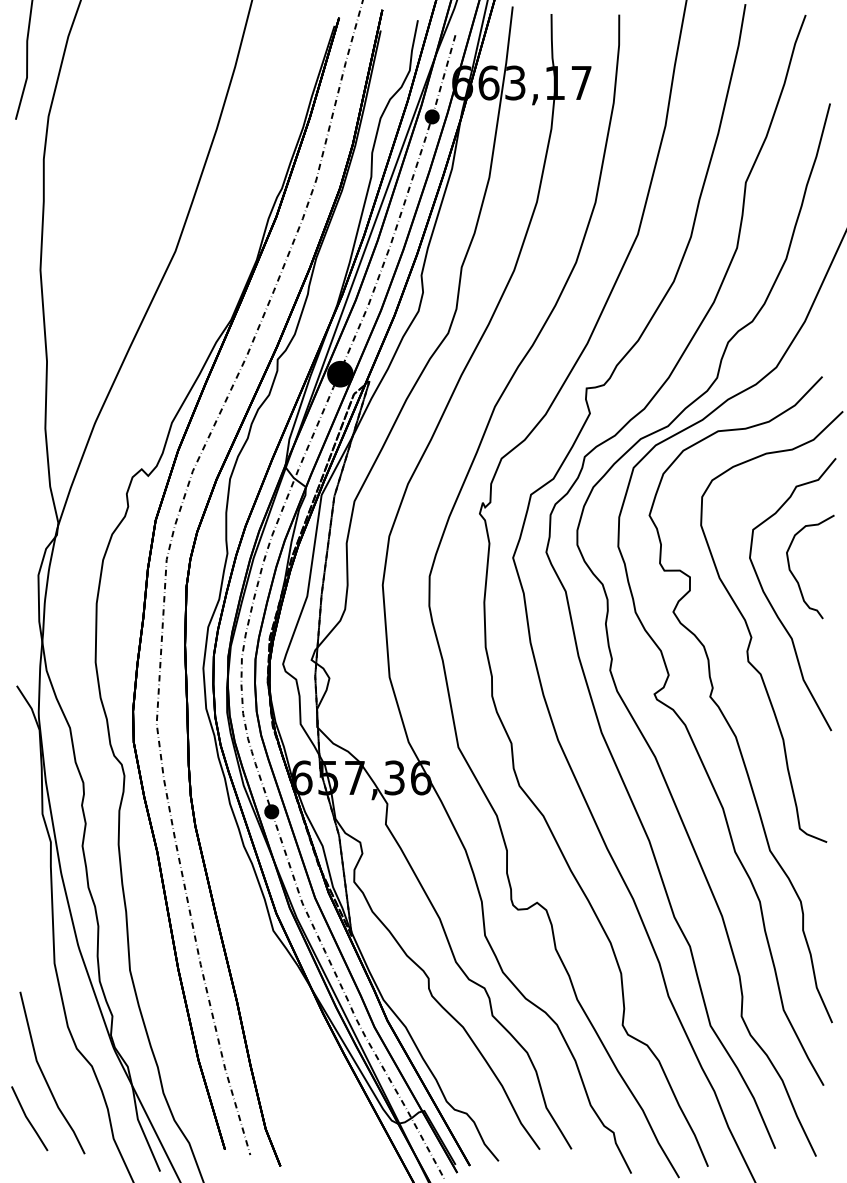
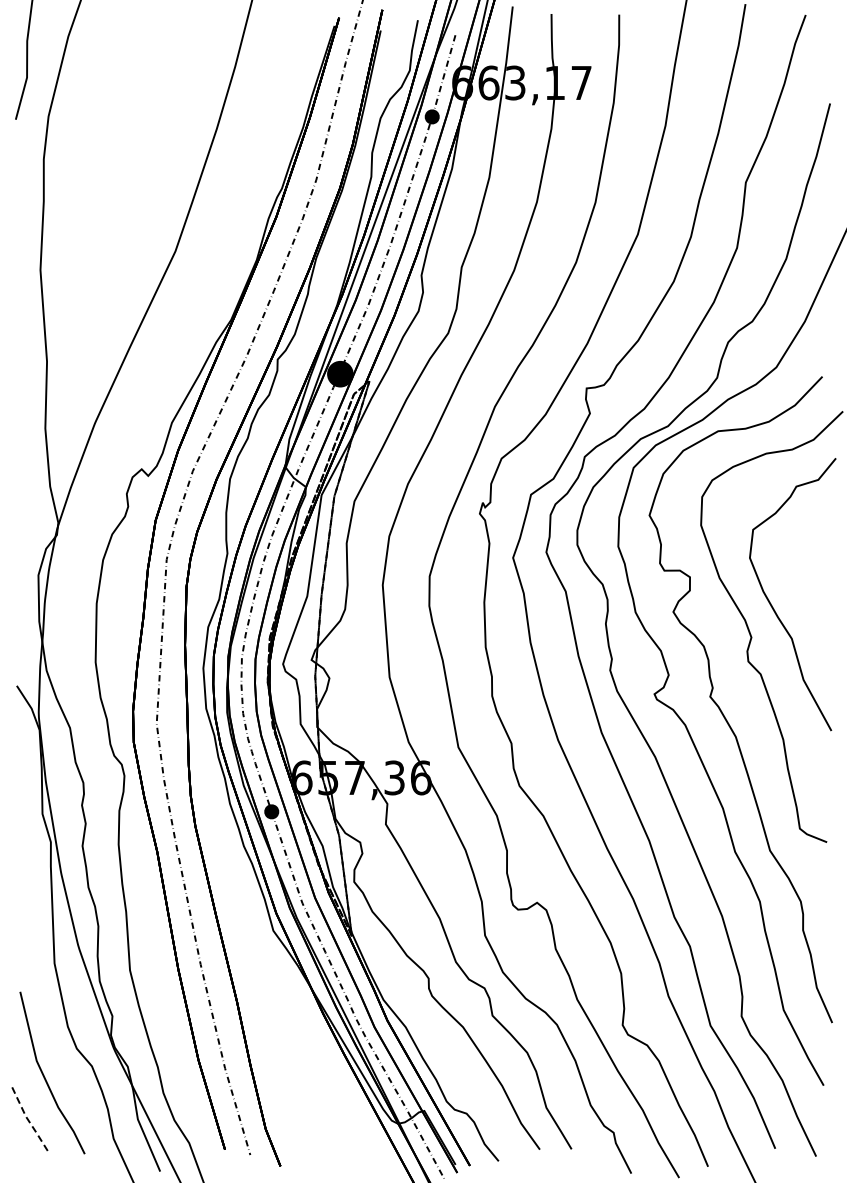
curve at (794, 575): present -> none
line at (28, 1119): solid -> dashed
